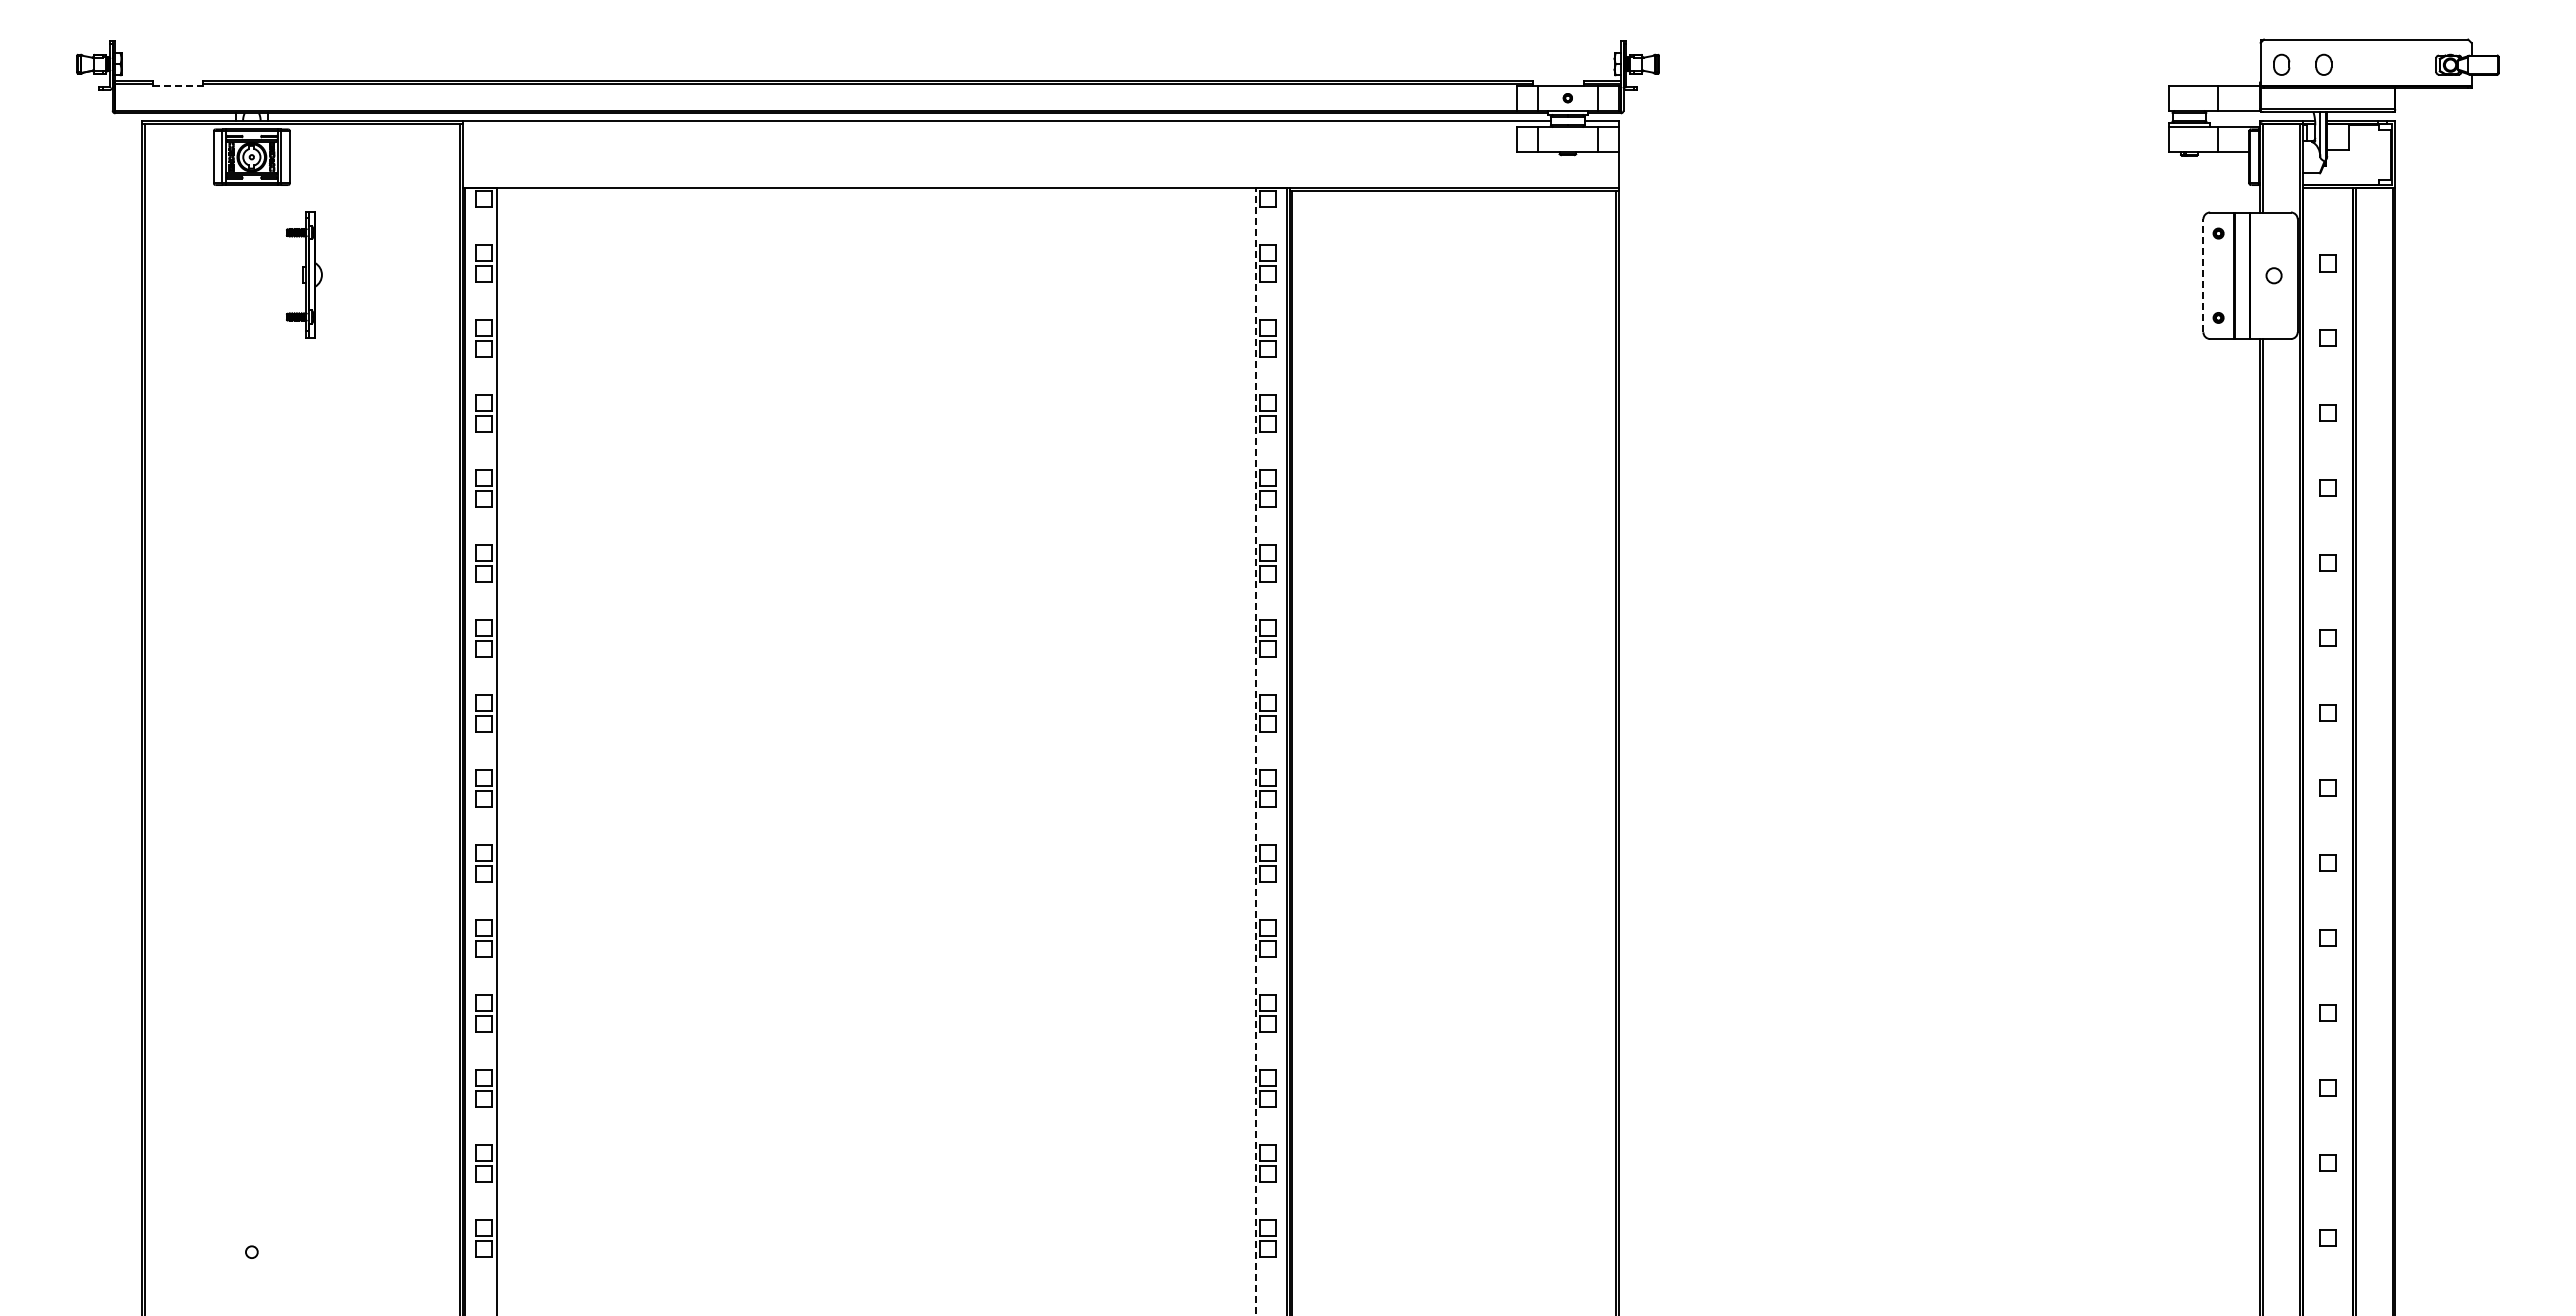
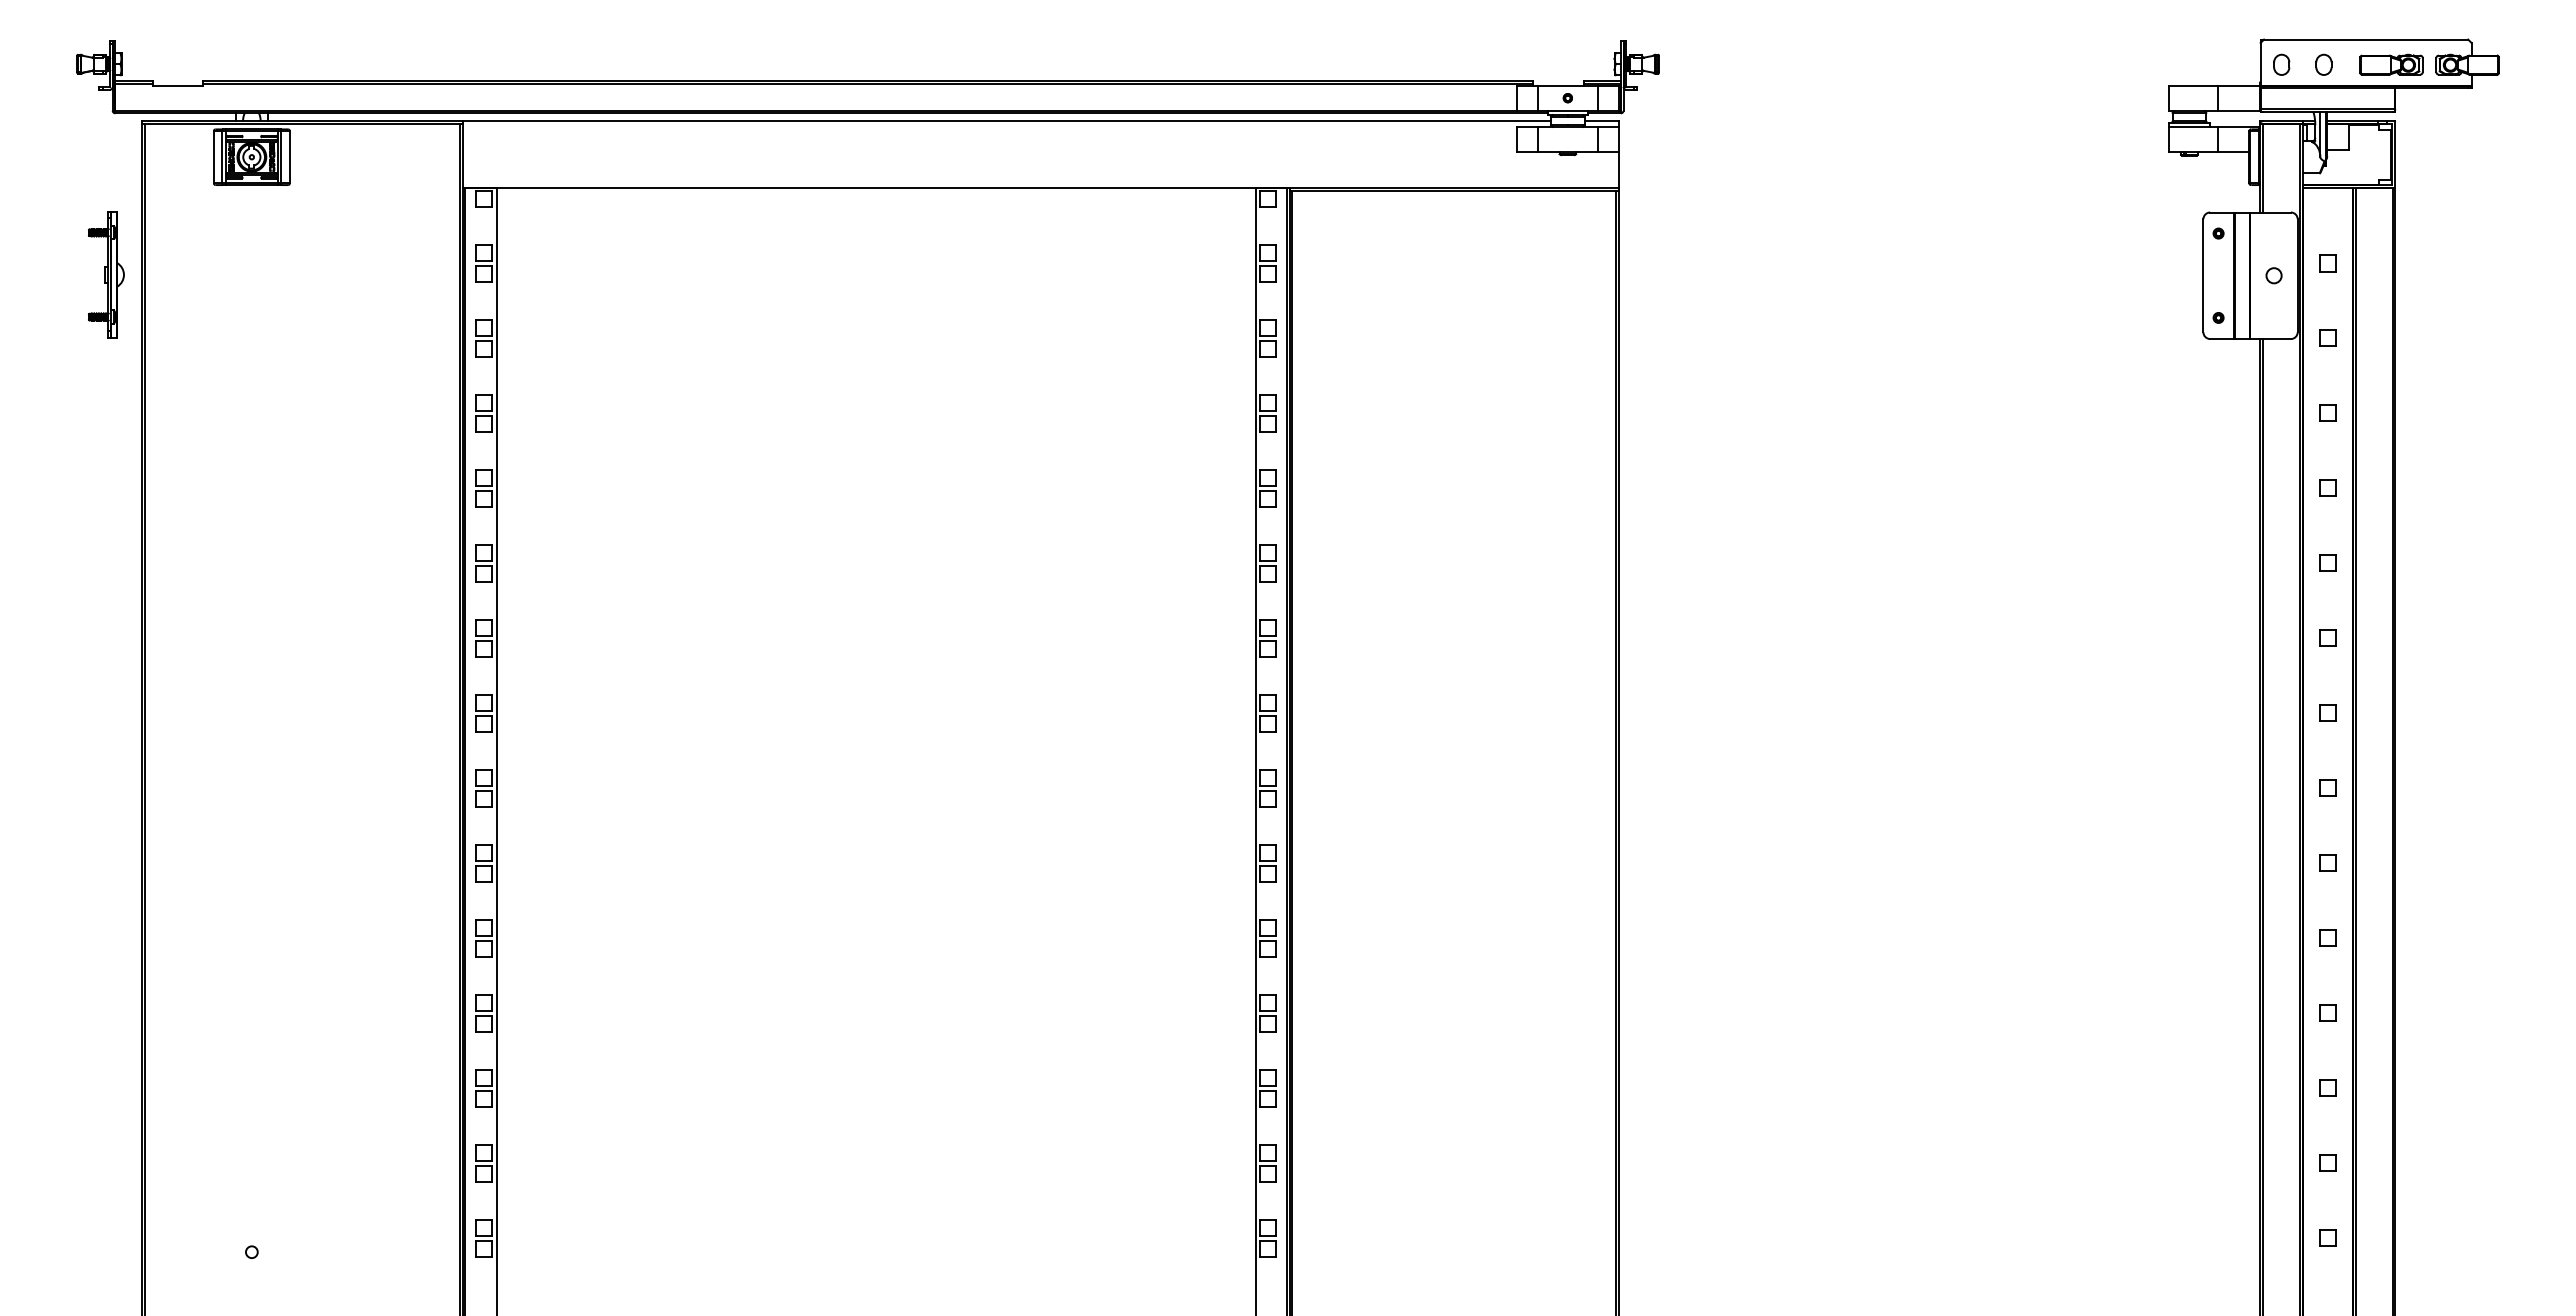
part at (2391, 64): none -> present
line at (178, 86): dashed -> solid
part at (304, 274) position: (304, 274) -> (106, 274)
line at (2203, 275): dashed -> solid
line at (1255, 751): dashed -> solid
